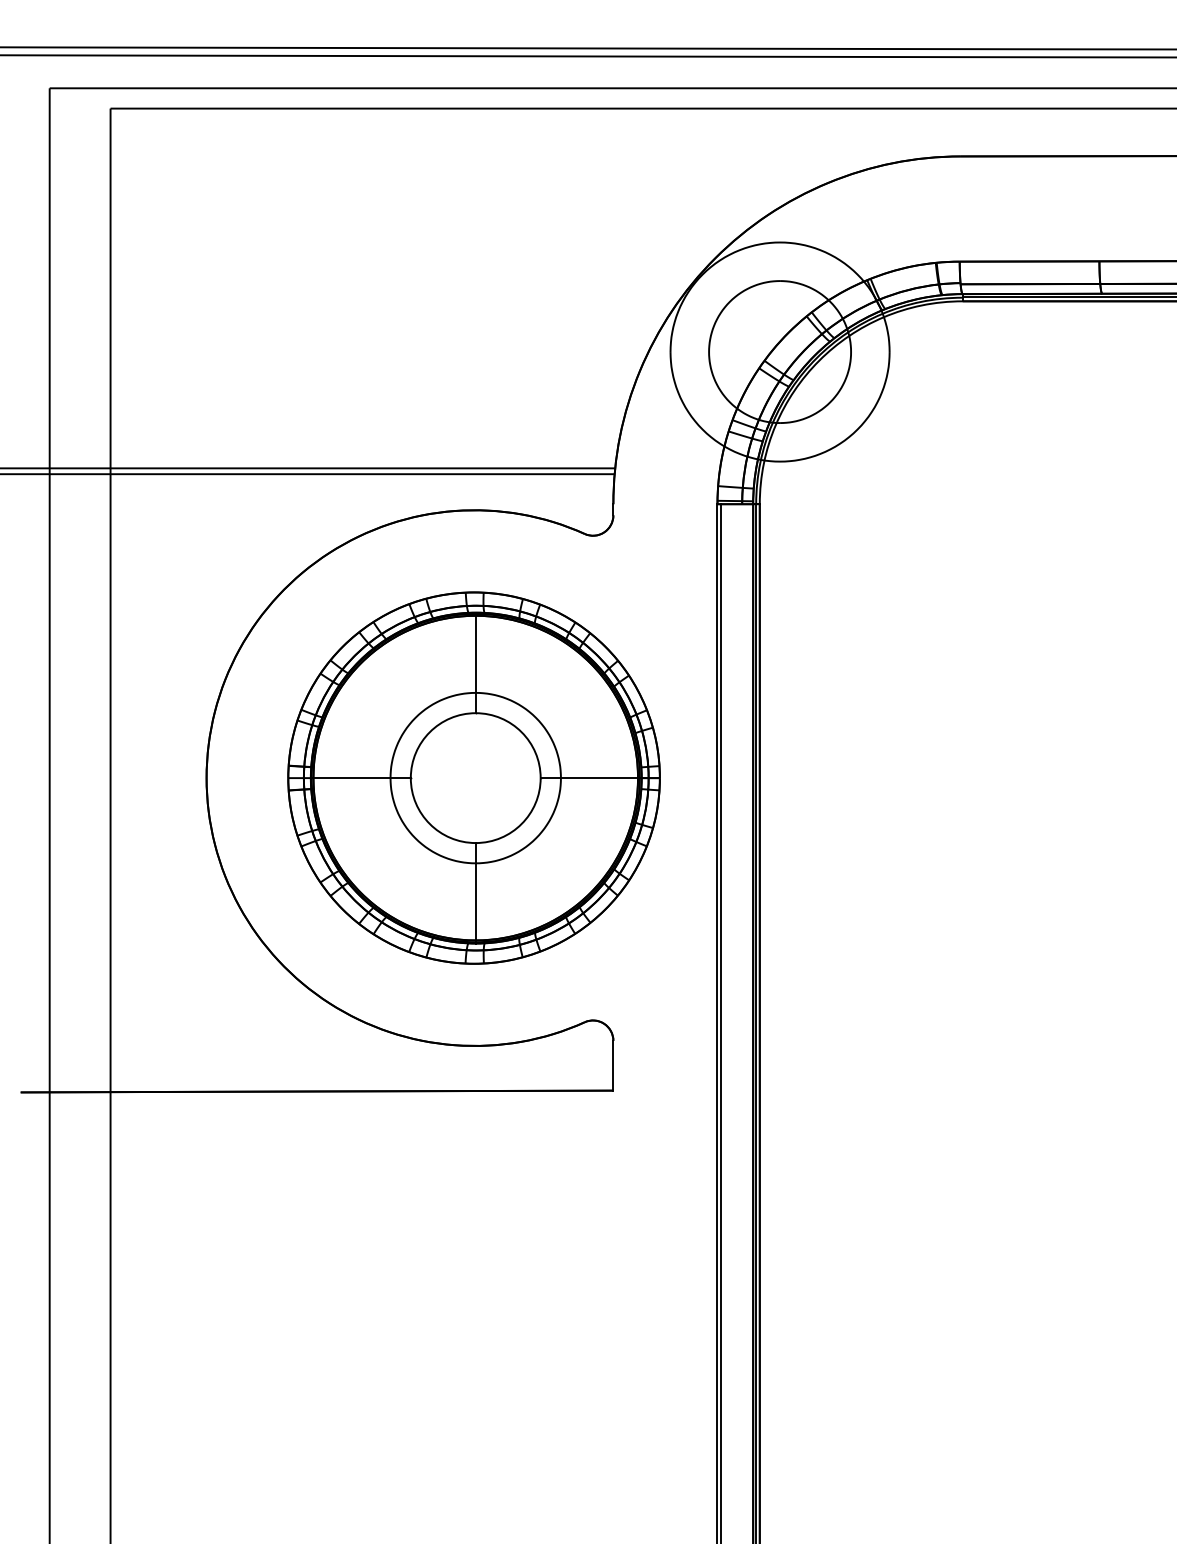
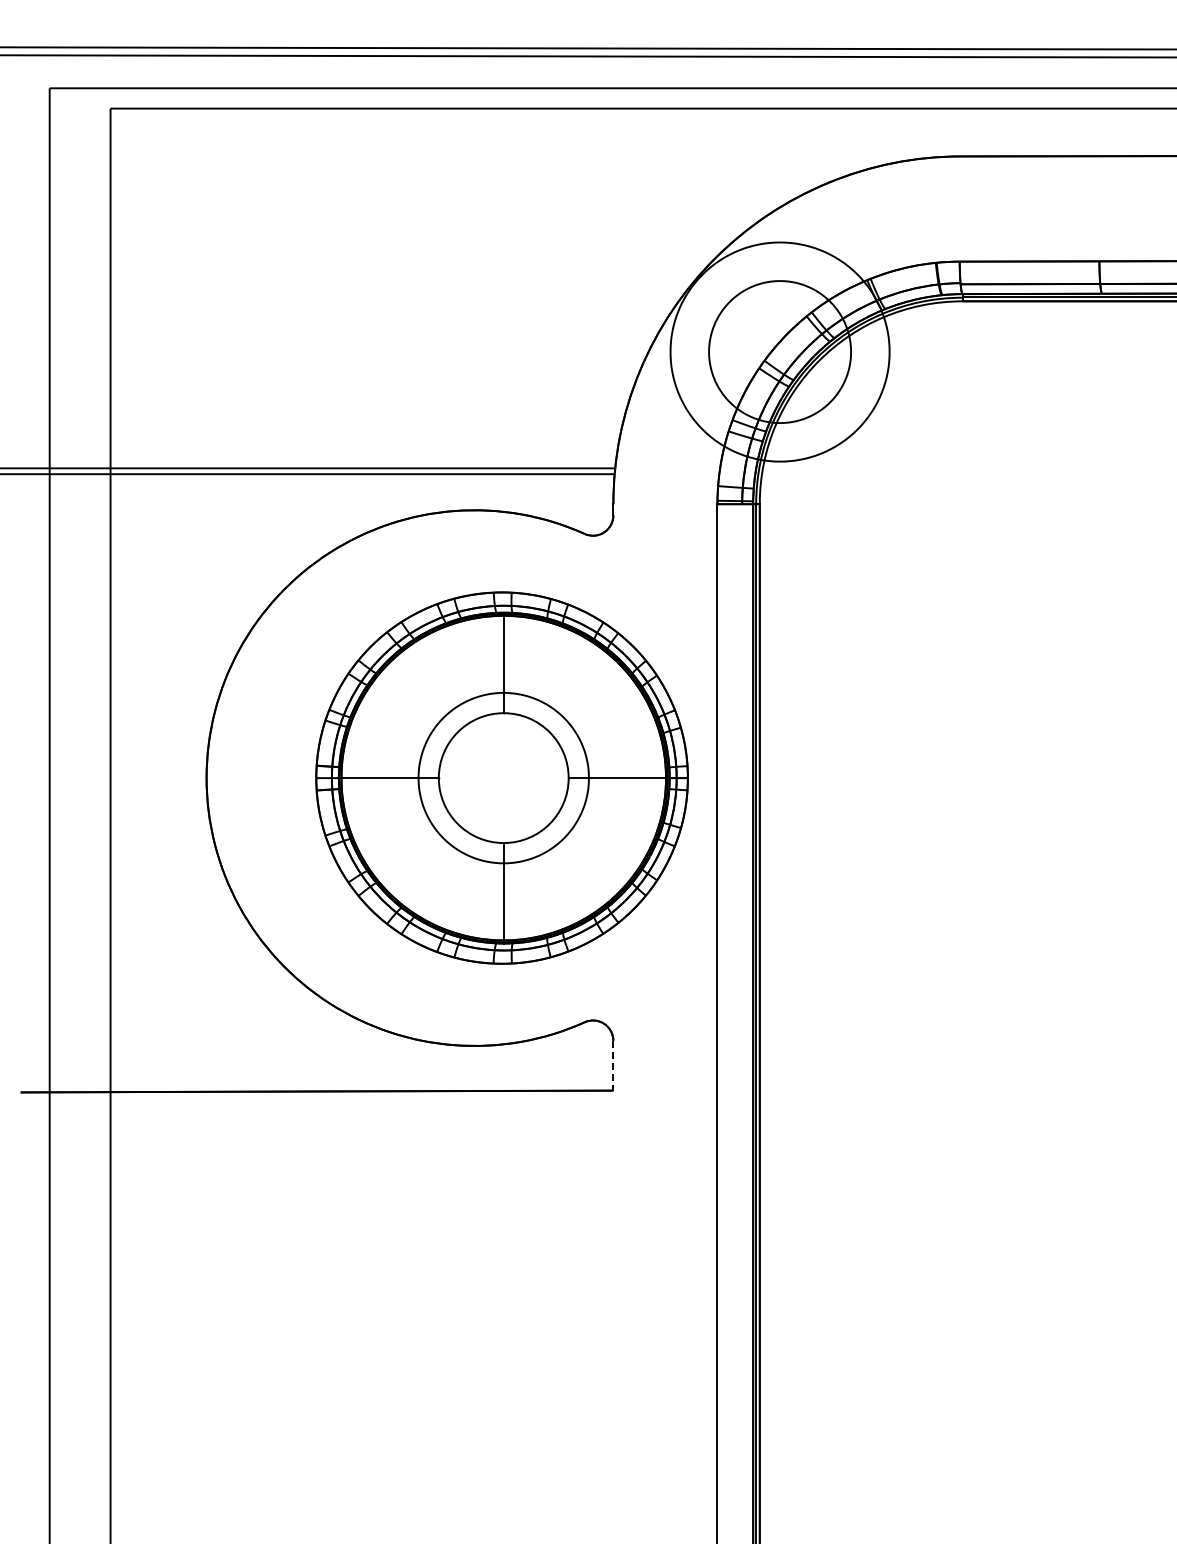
part at (473, 777) position: (473, 777) -> (501, 777)
line at (720, 1022): present -> none
line at (613, 1065): solid -> dashed
